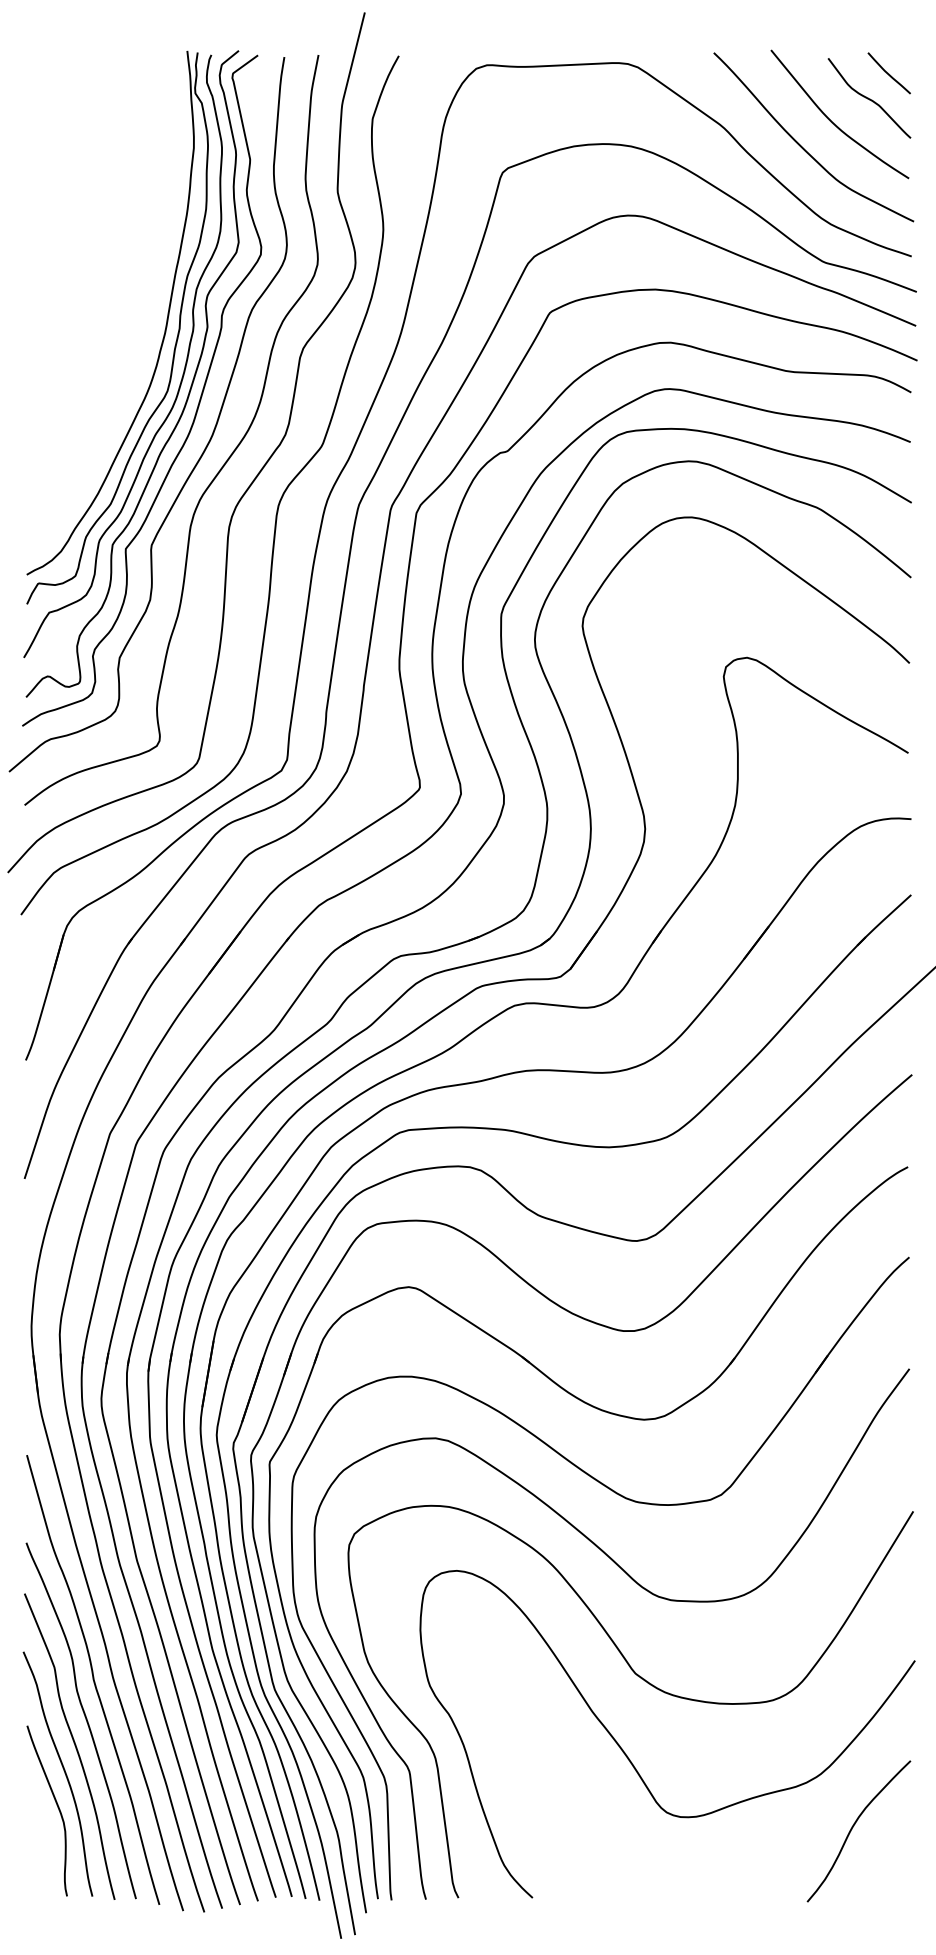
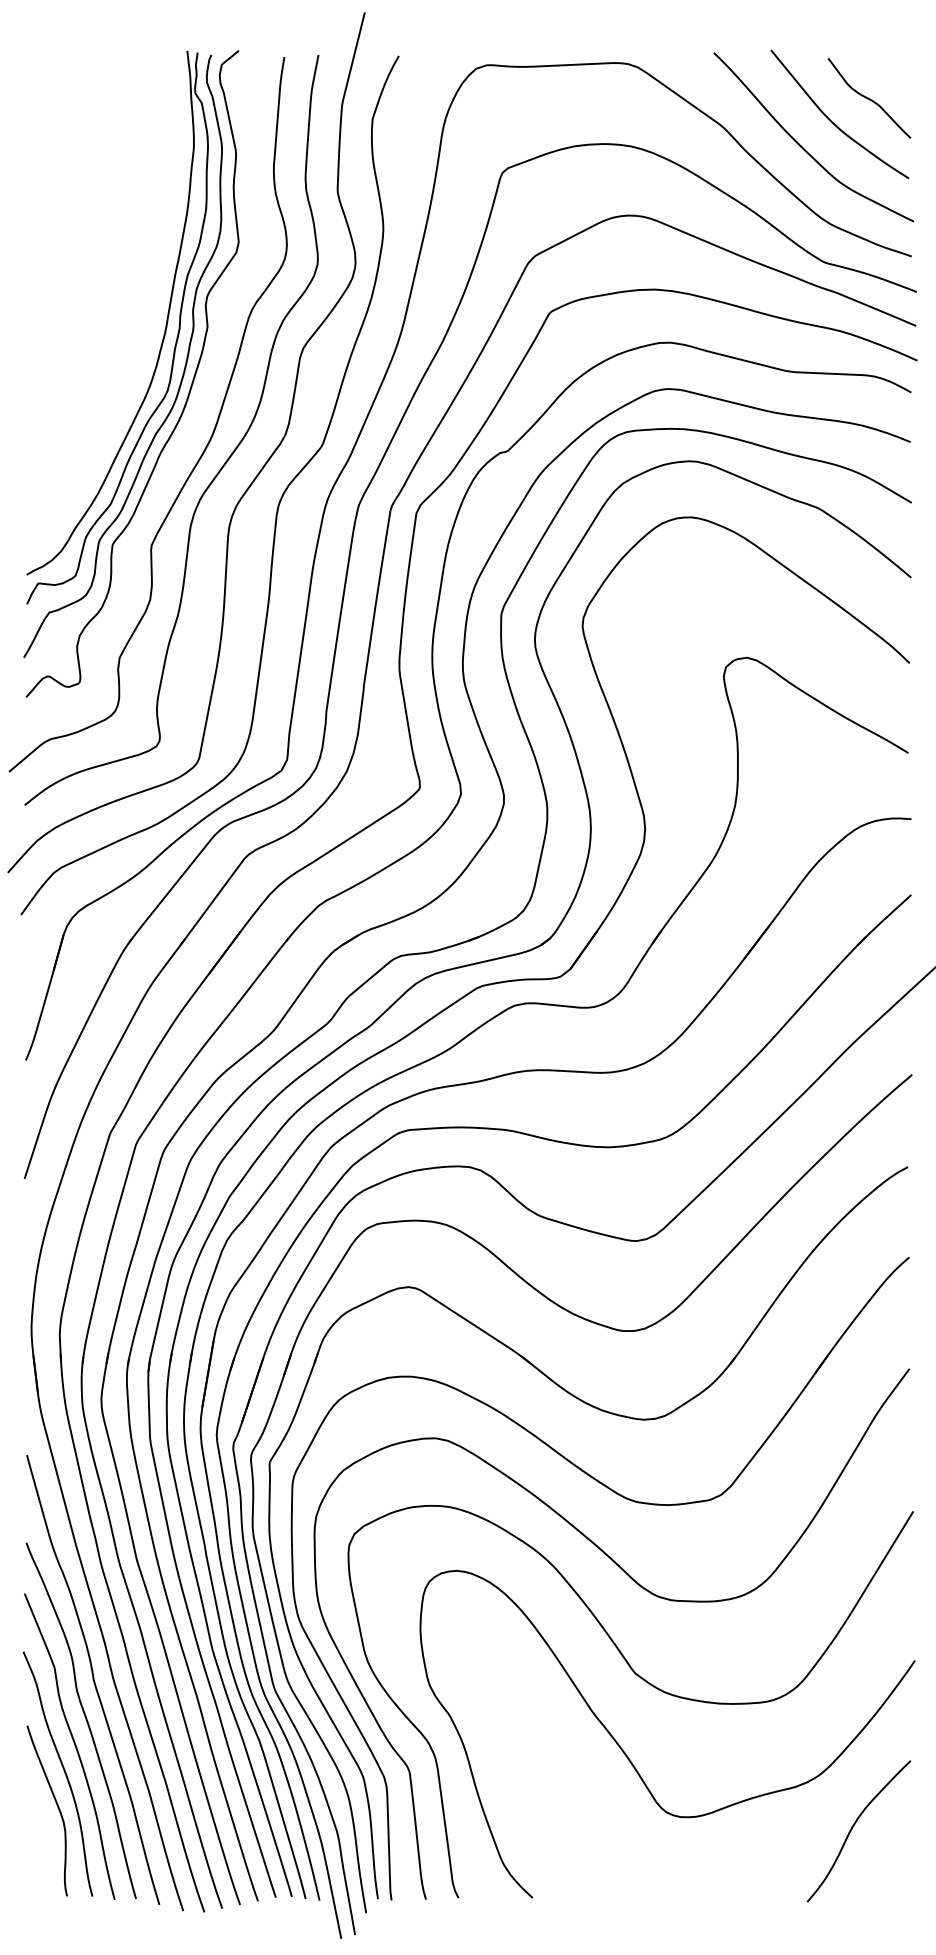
curve at (888, 73): present -> none
curve at (196, 408): present -> none
